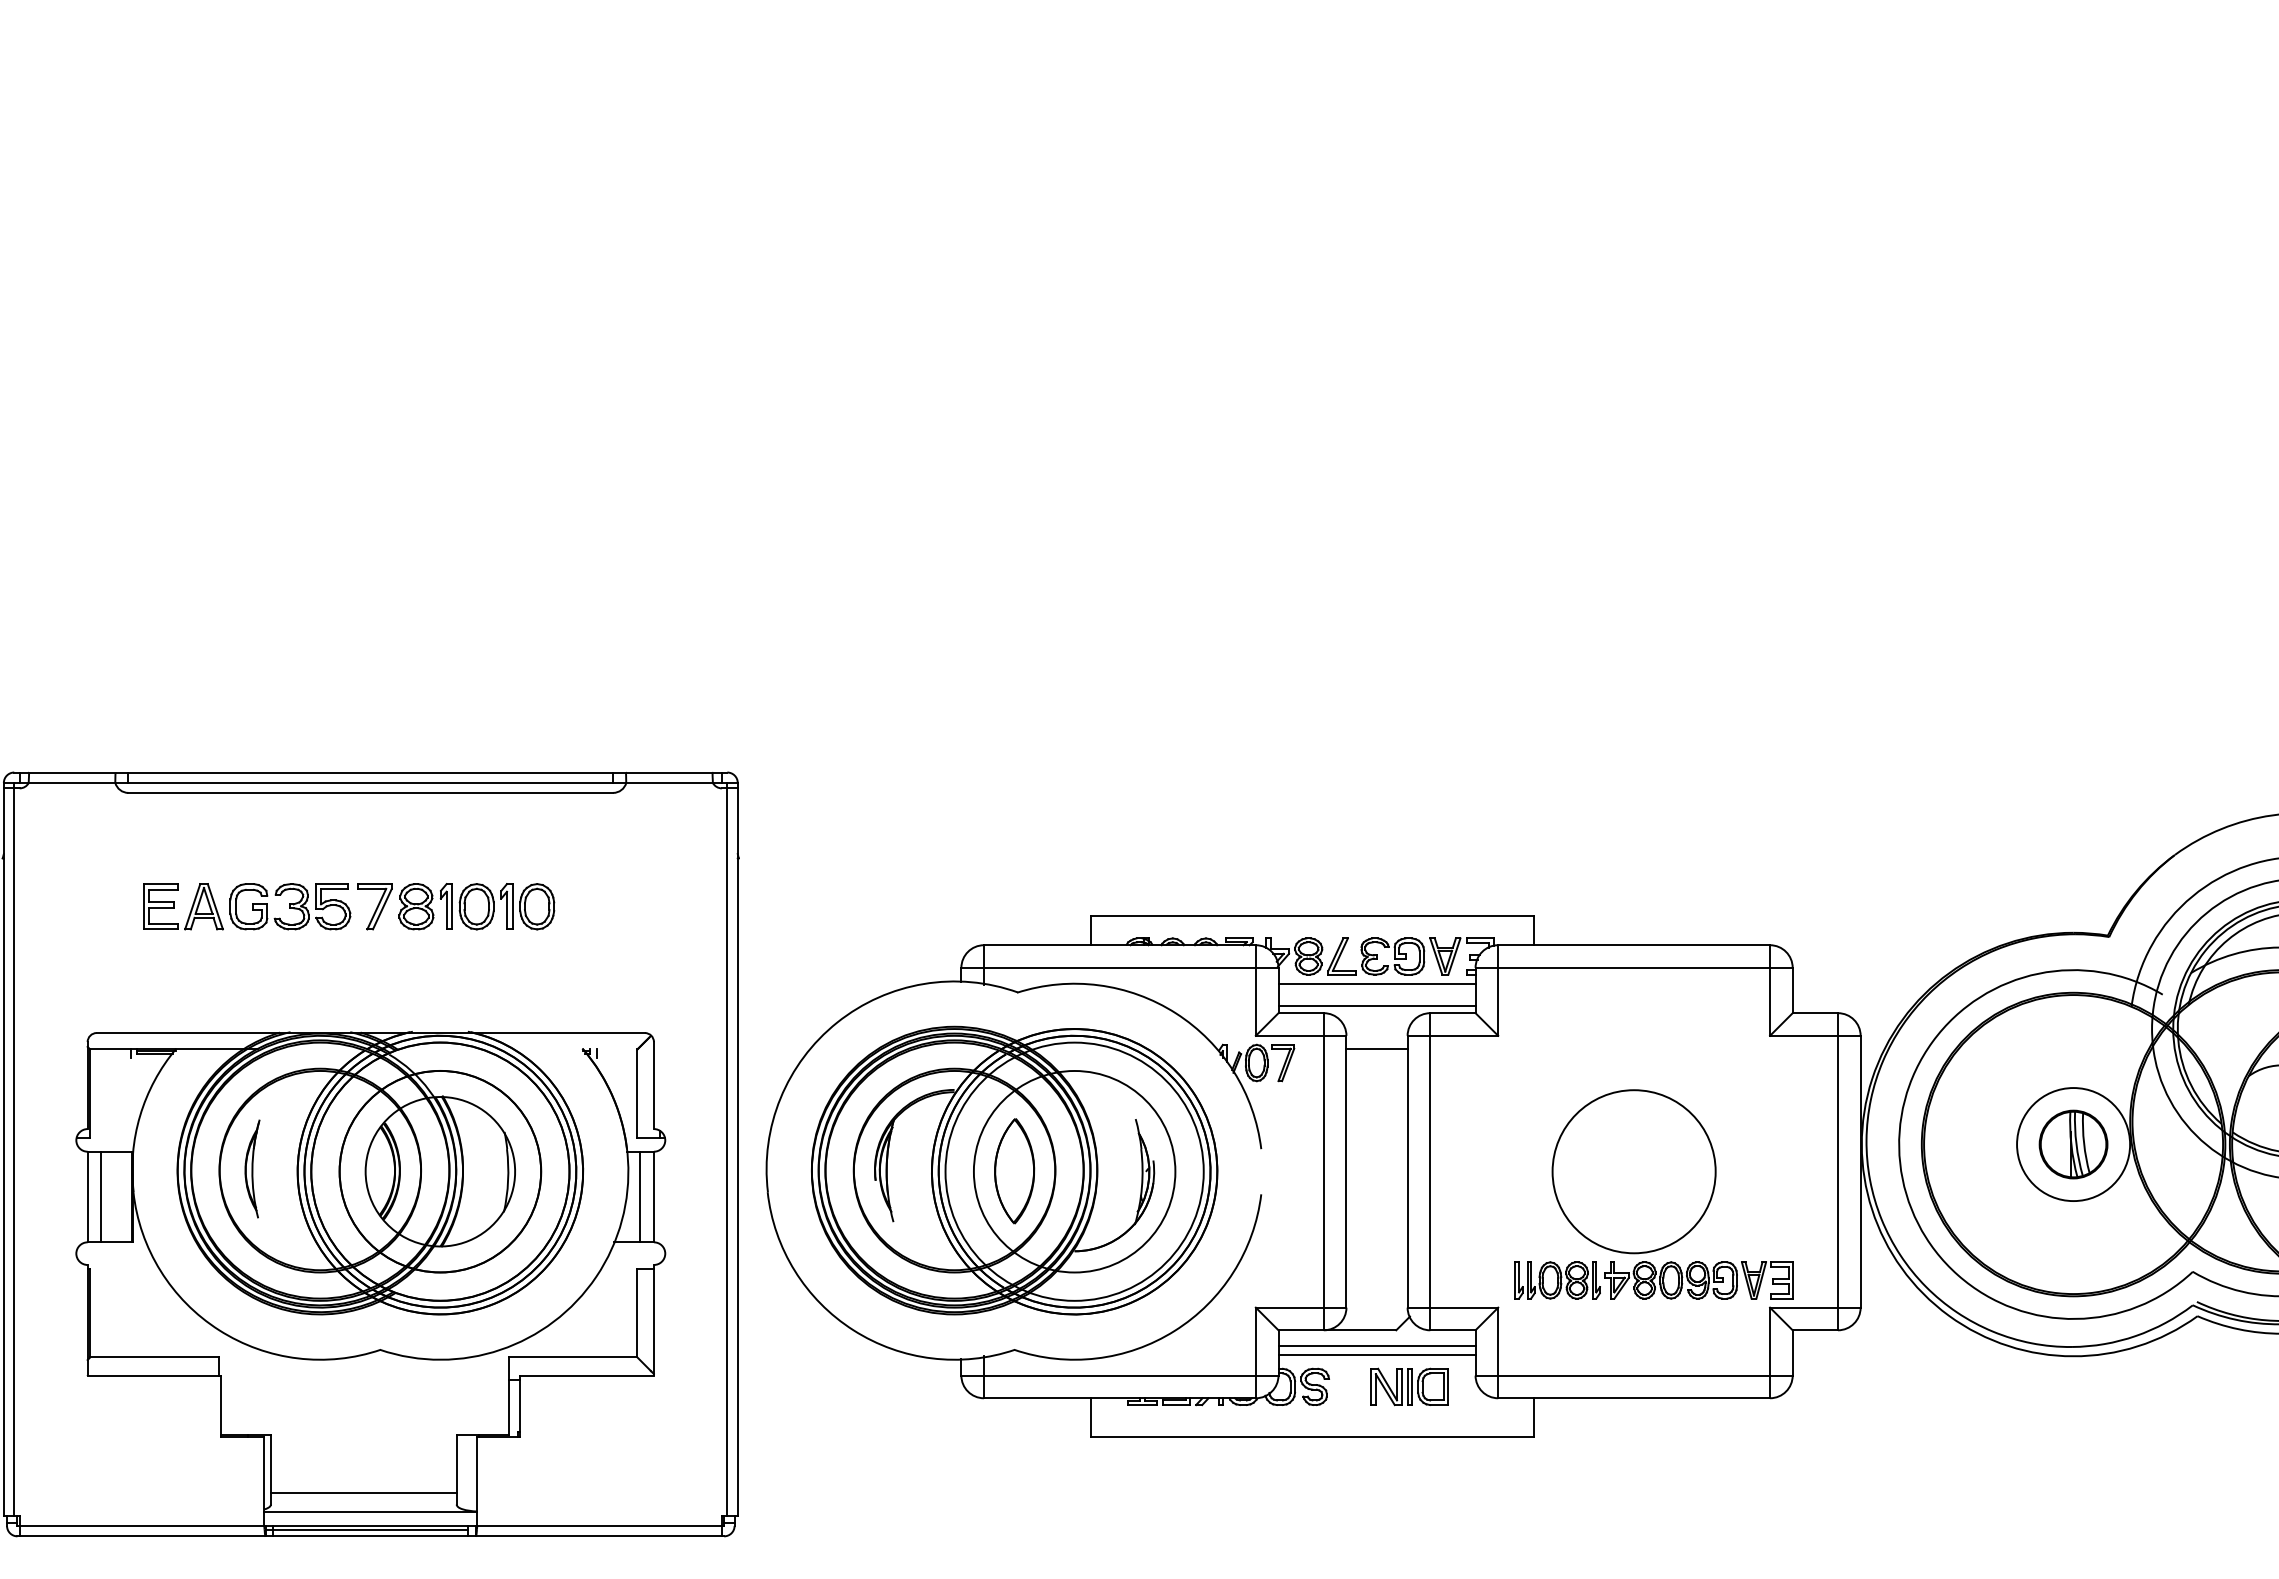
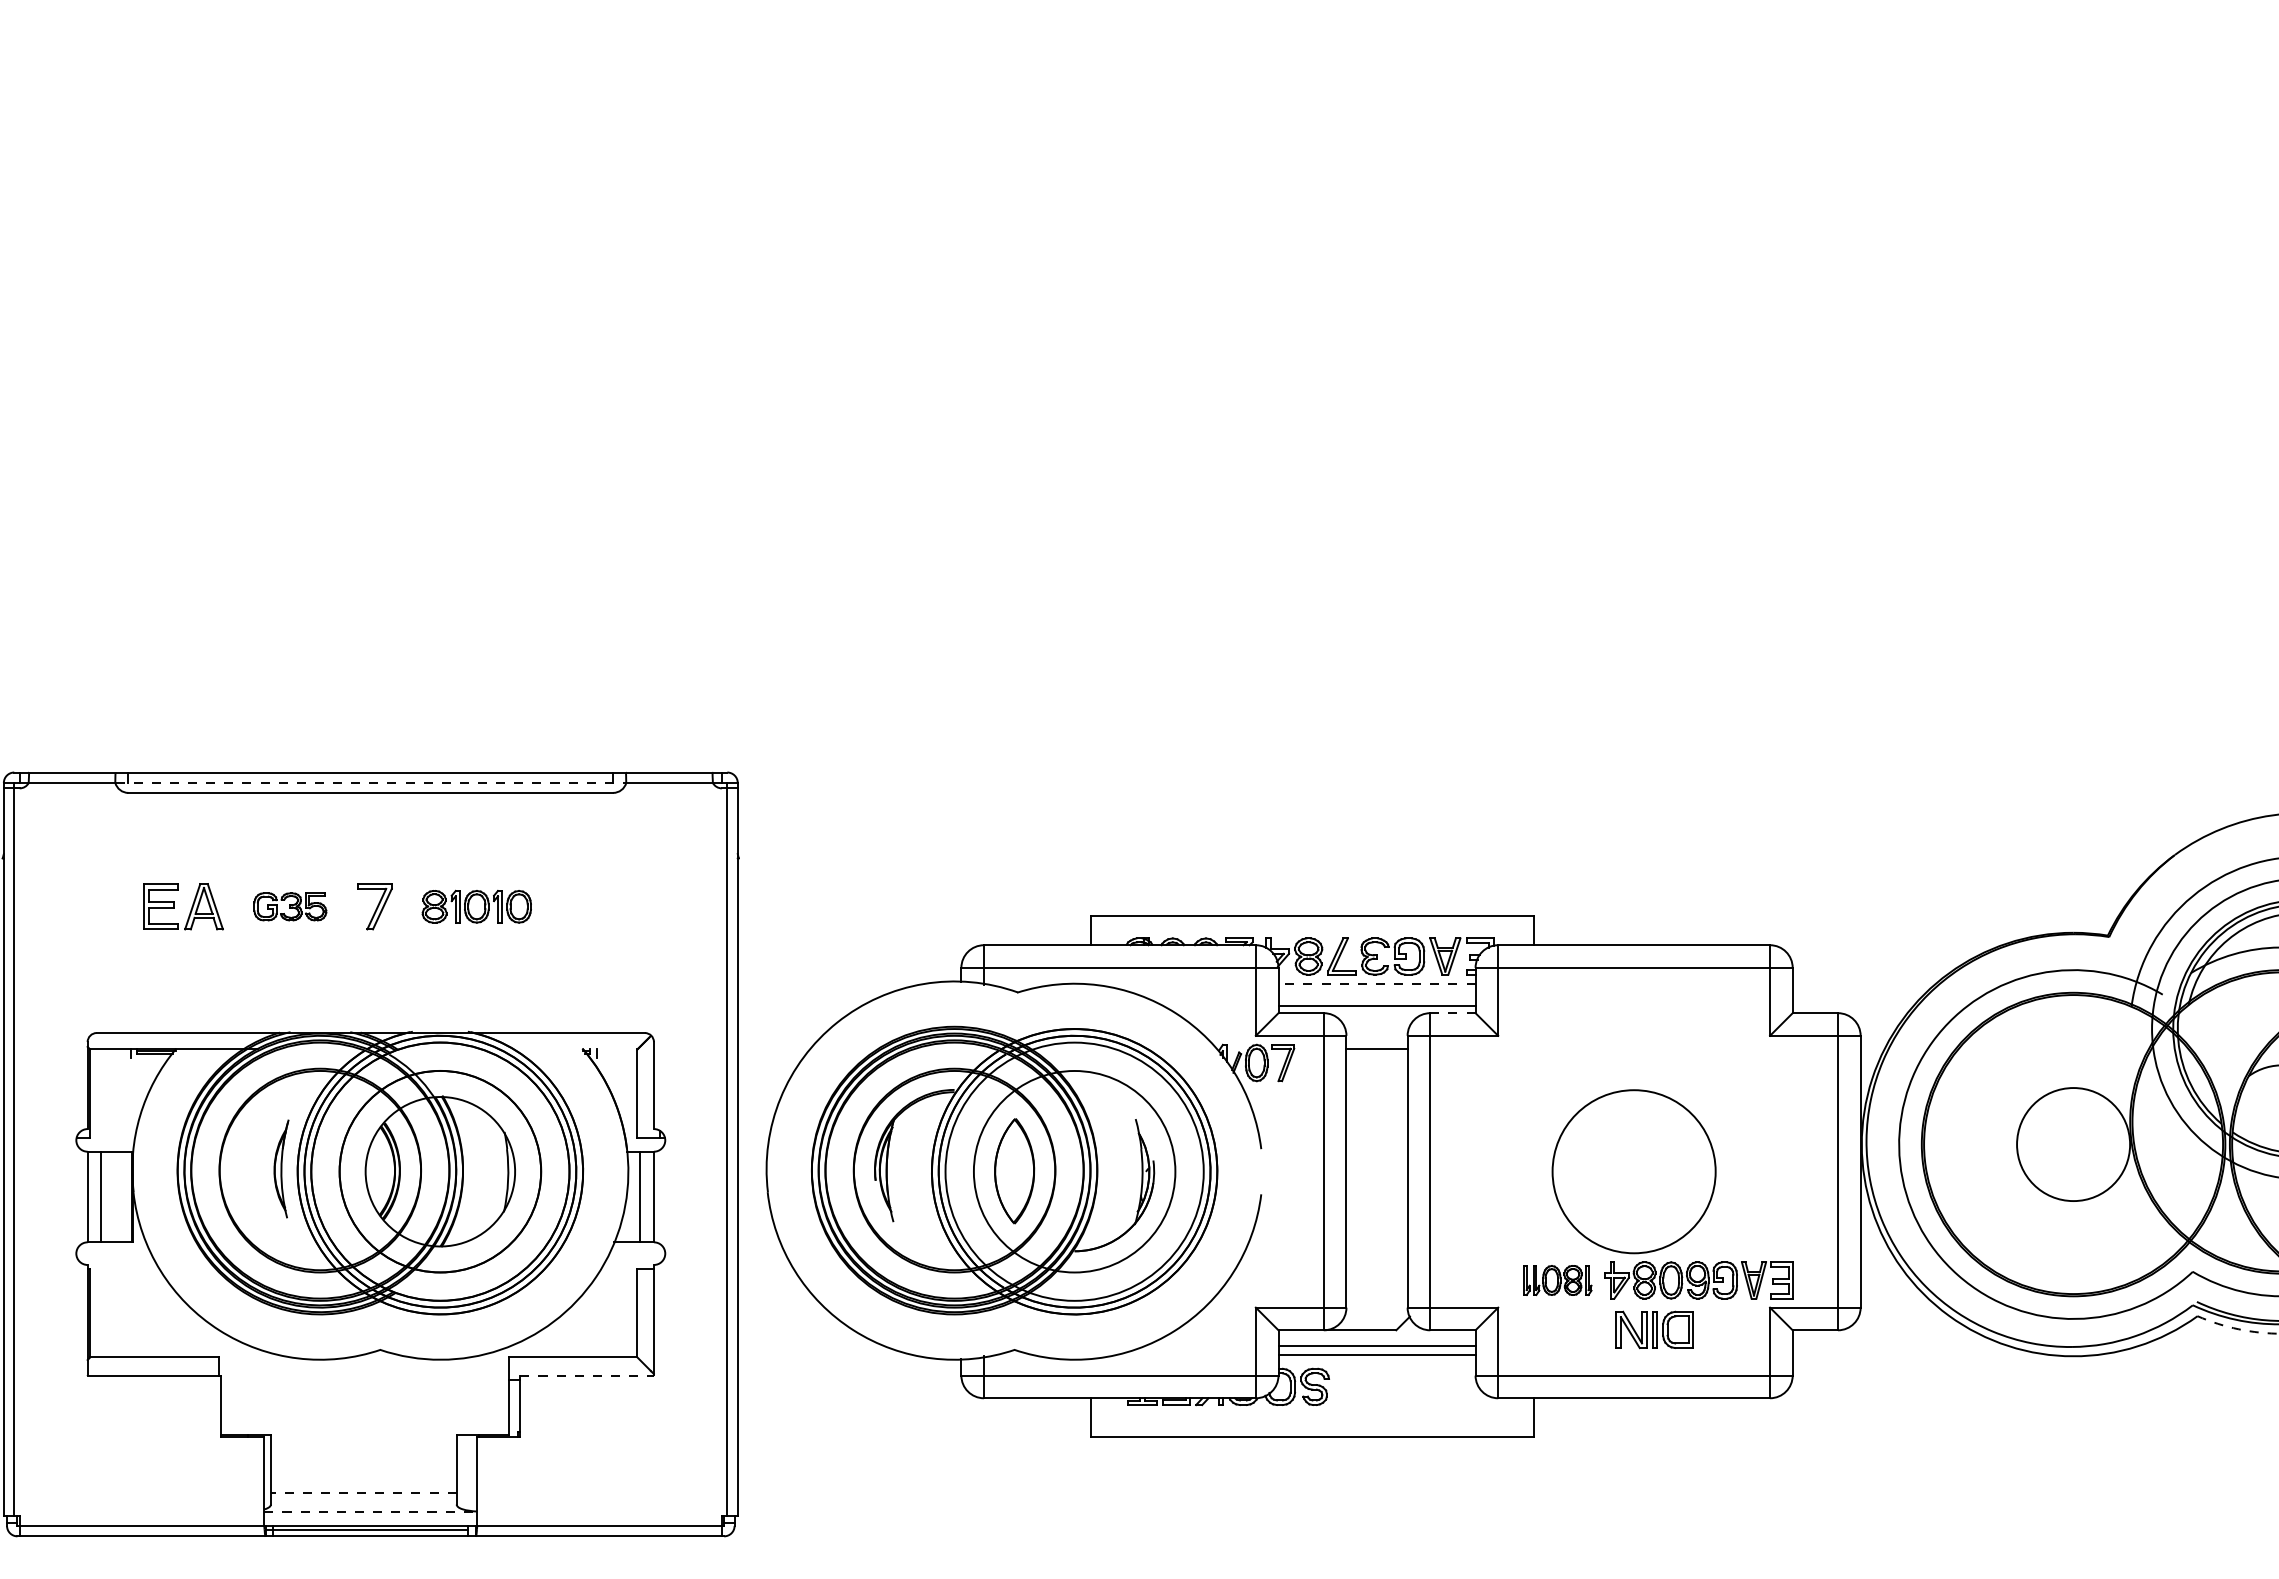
line at (371, 782): solid -> dashed
part at (290, 906) size: 123x48 px -> 75x30 px
part at (476, 906) size: 158x48 px -> 111x35 px
line at (1377, 983): solid -> dashed
line at (1452, 1013): solid -> dashed
part at (2073, 1144): present -> none
part at (252, 1168) position: (252, 1168) -> (281, 1168)
part at (1557, 1280) size: 87x39 px -> 70x31 px
arc at (2237, 1329): solid -> dashed
line at (587, 1376): solid -> dashed
part at (1409, 1386) position: (1409, 1386) -> (1654, 1329)
line at (363, 1493): solid -> dashed
line at (371, 1511): solid -> dashed
